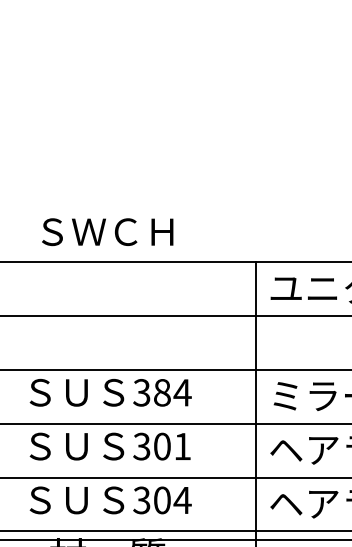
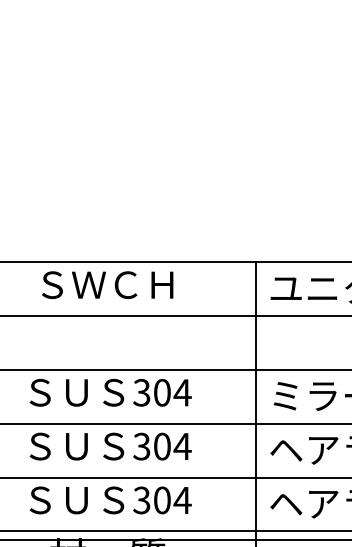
text at (107, 232) position: (107, 232) -> (107, 285)
text at (162, 392): 384 -> 304
text at (182, 446): 301 -> 304
